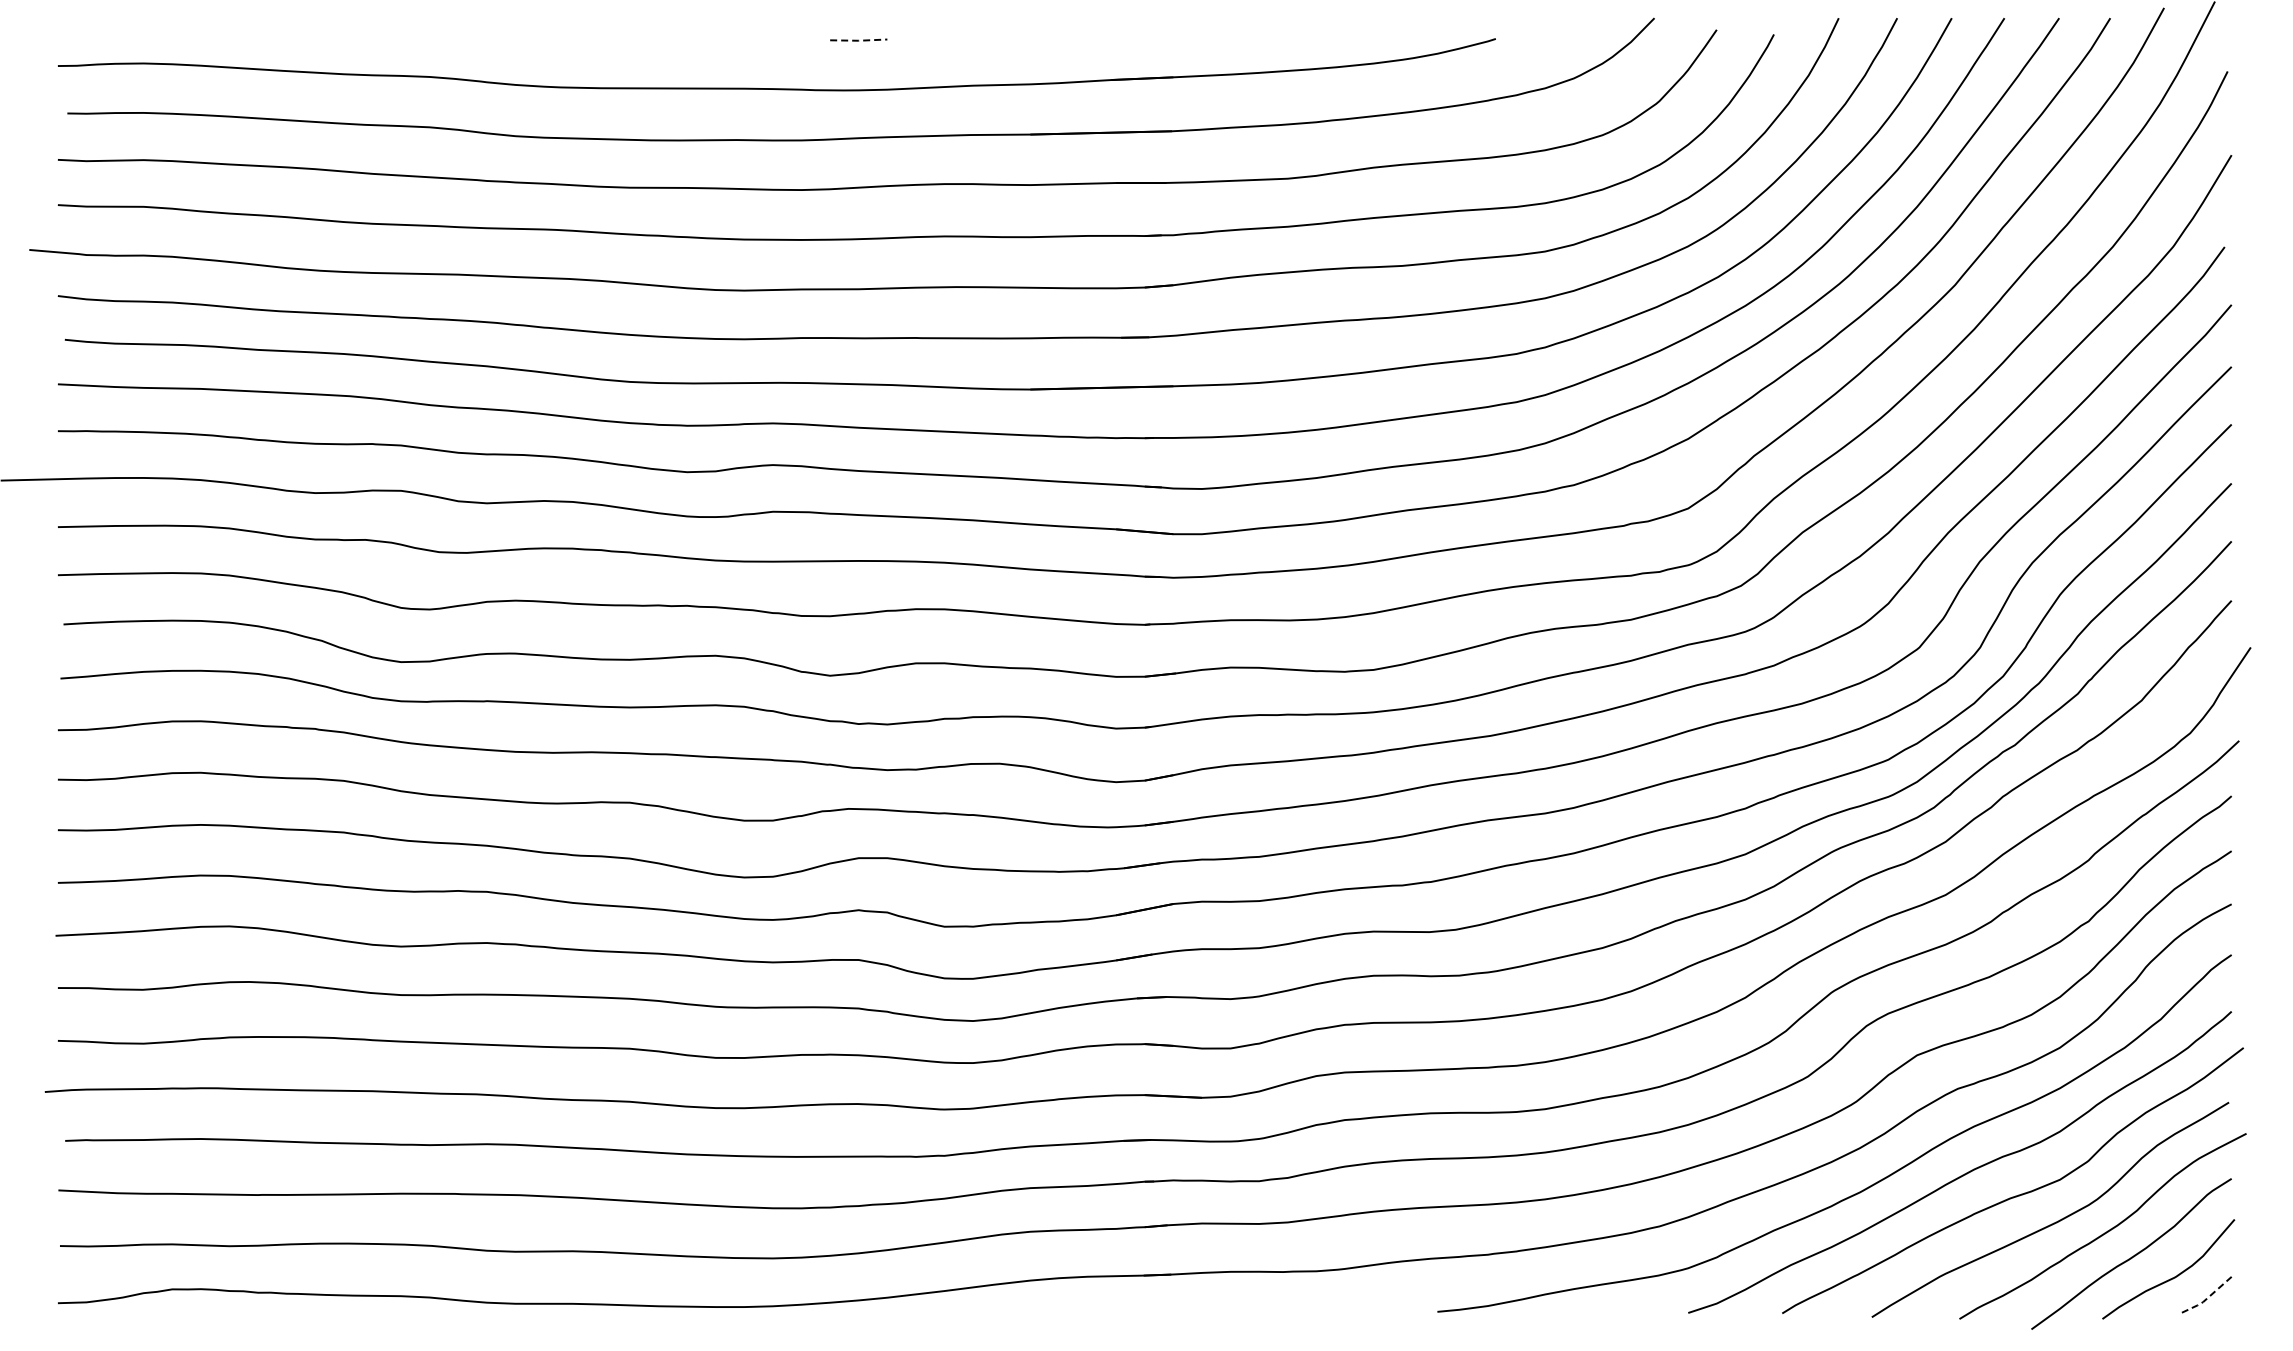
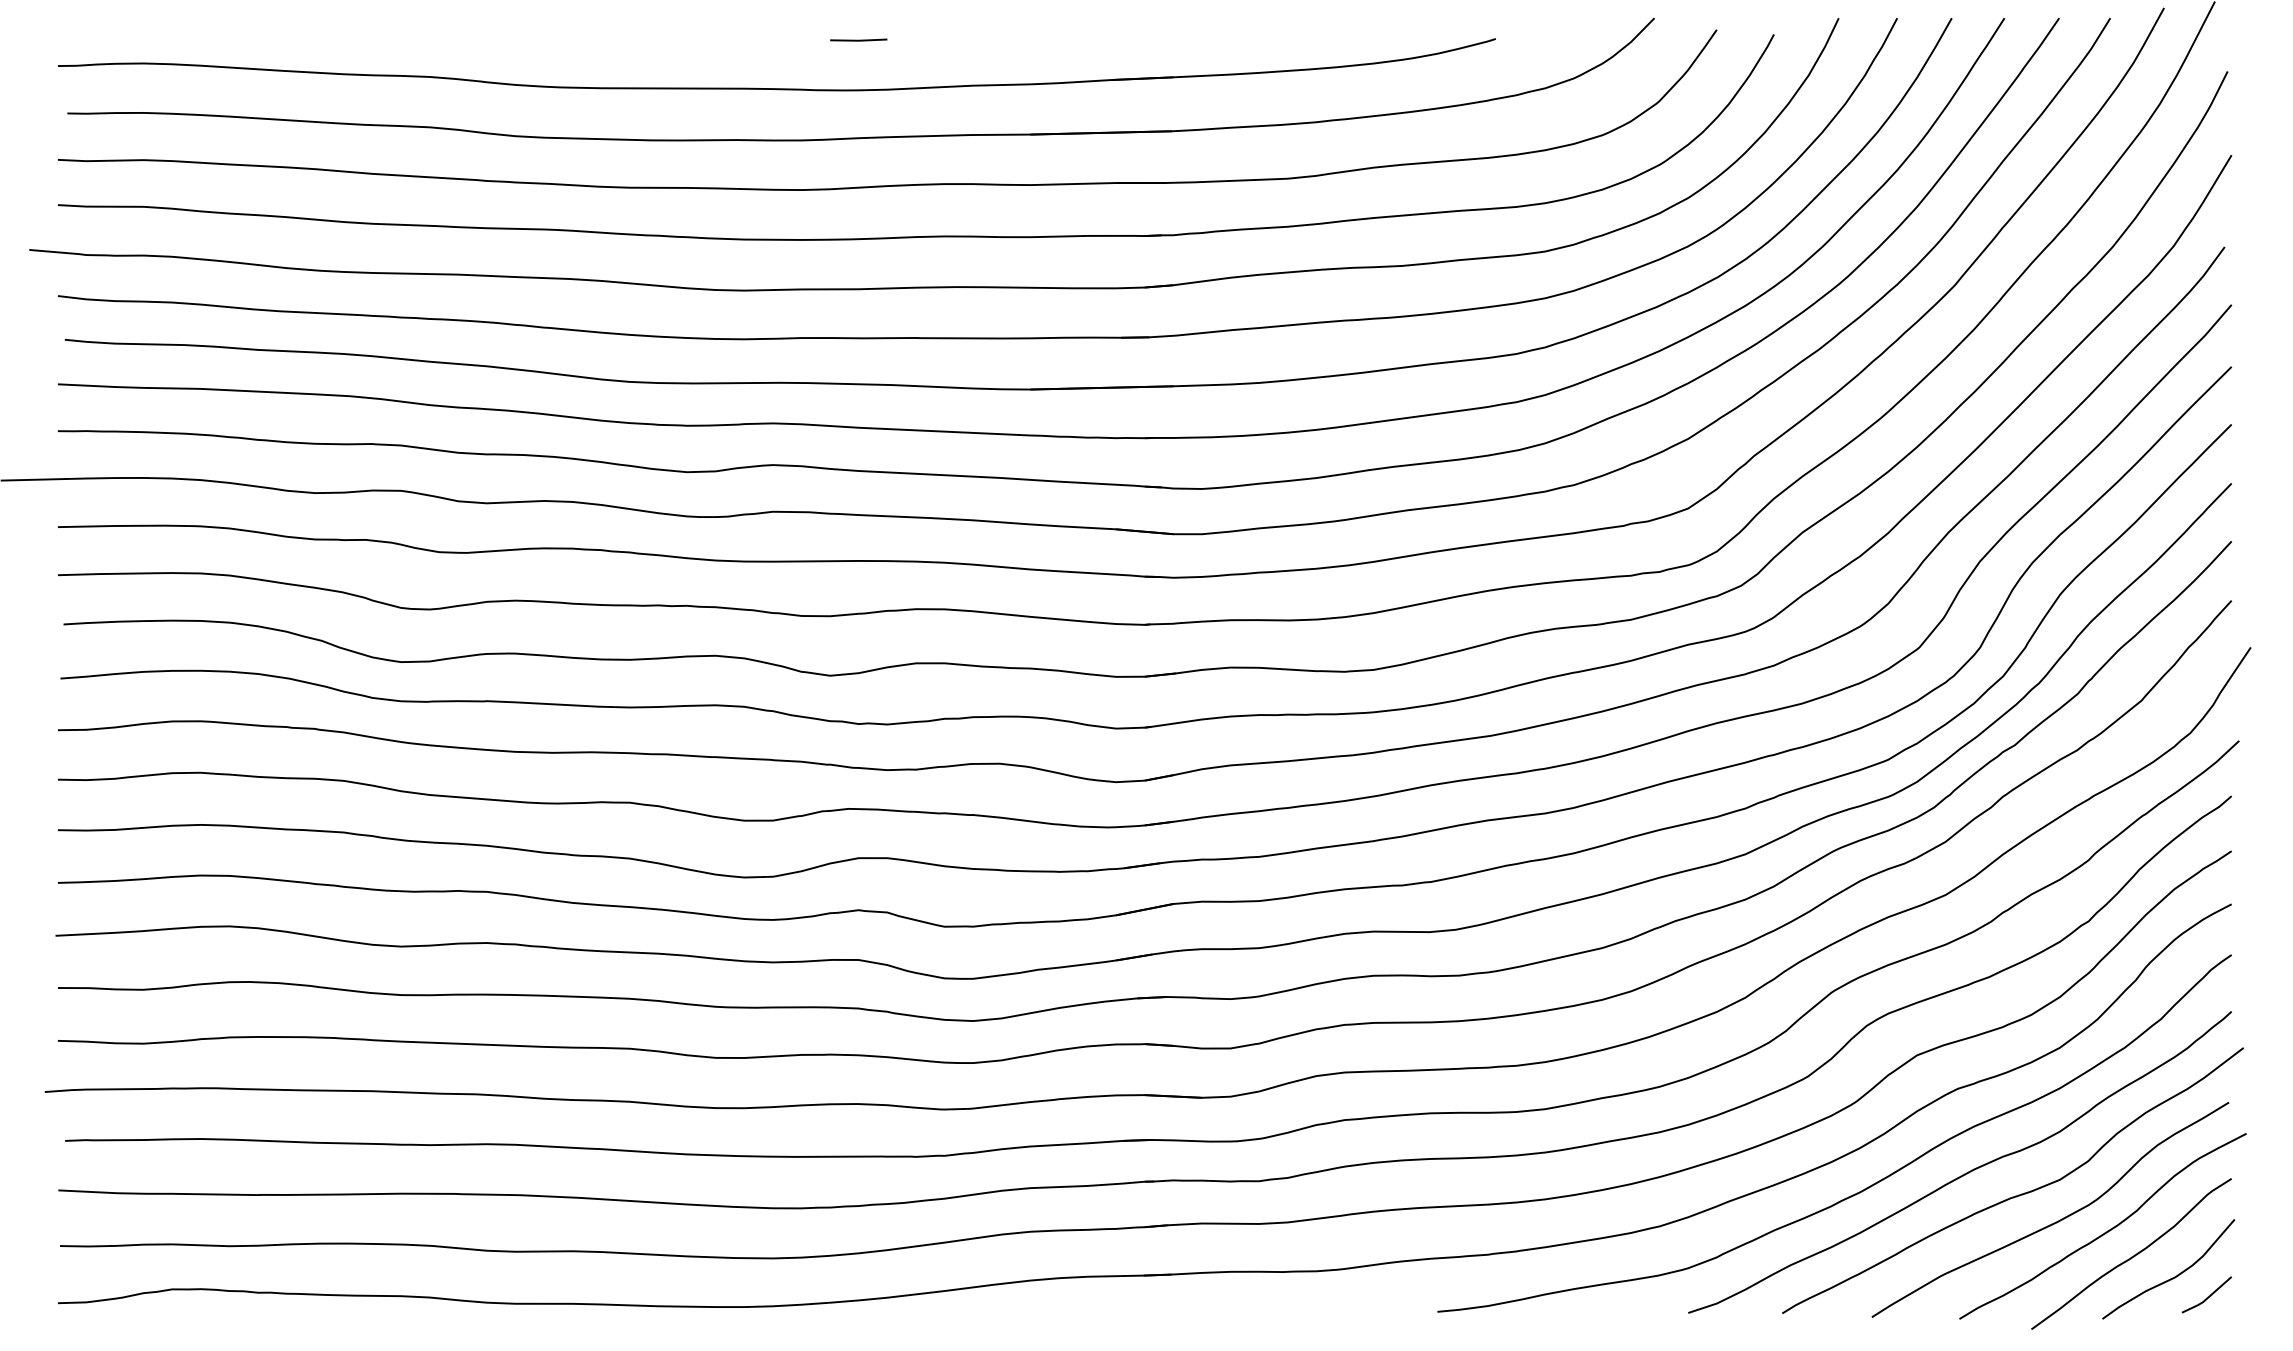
line at (858, 40): dashed -> solid
line at (2207, 1298): dashed -> solid
